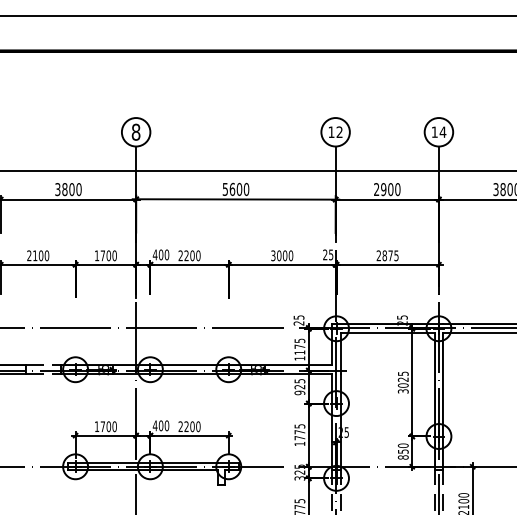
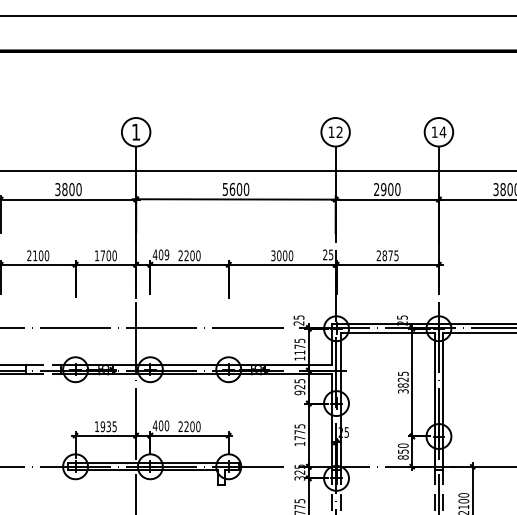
text at (135, 131): 8 -> 1
text at (166, 255): 400 -> 409
text at (403, 385): 3025 -> 3825
text at (108, 426): 1700 -> 1935
